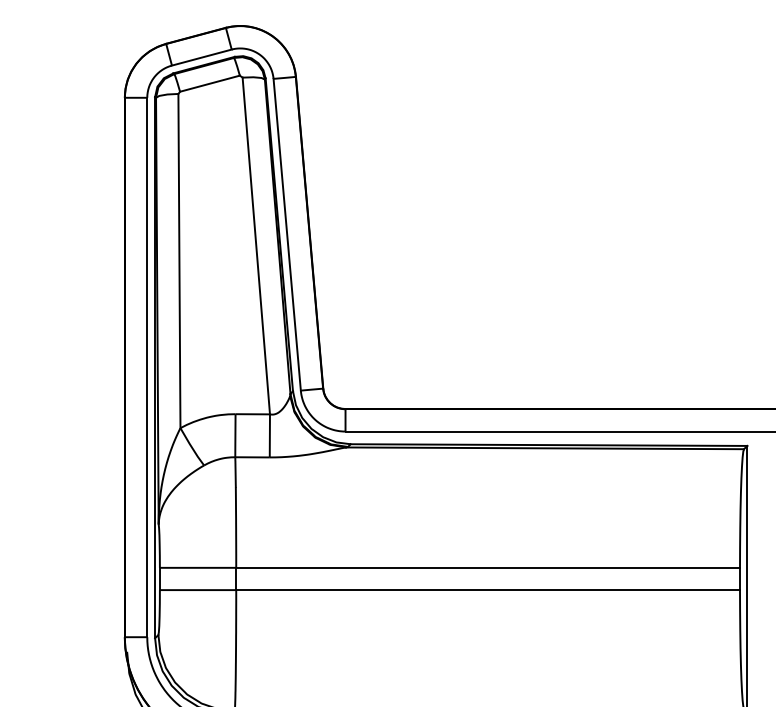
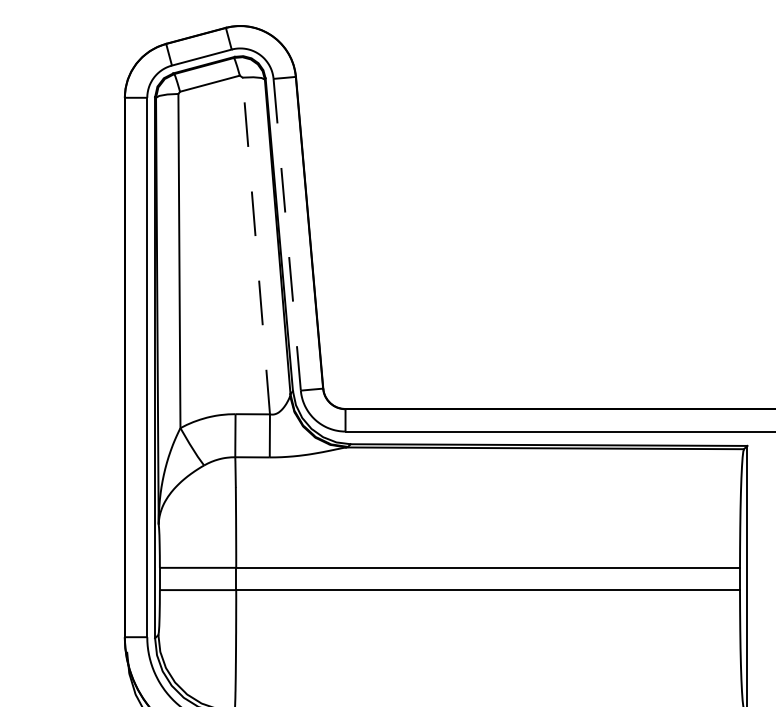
line at (287, 235): solid -> dashed
line at (256, 246): solid -> dashed
